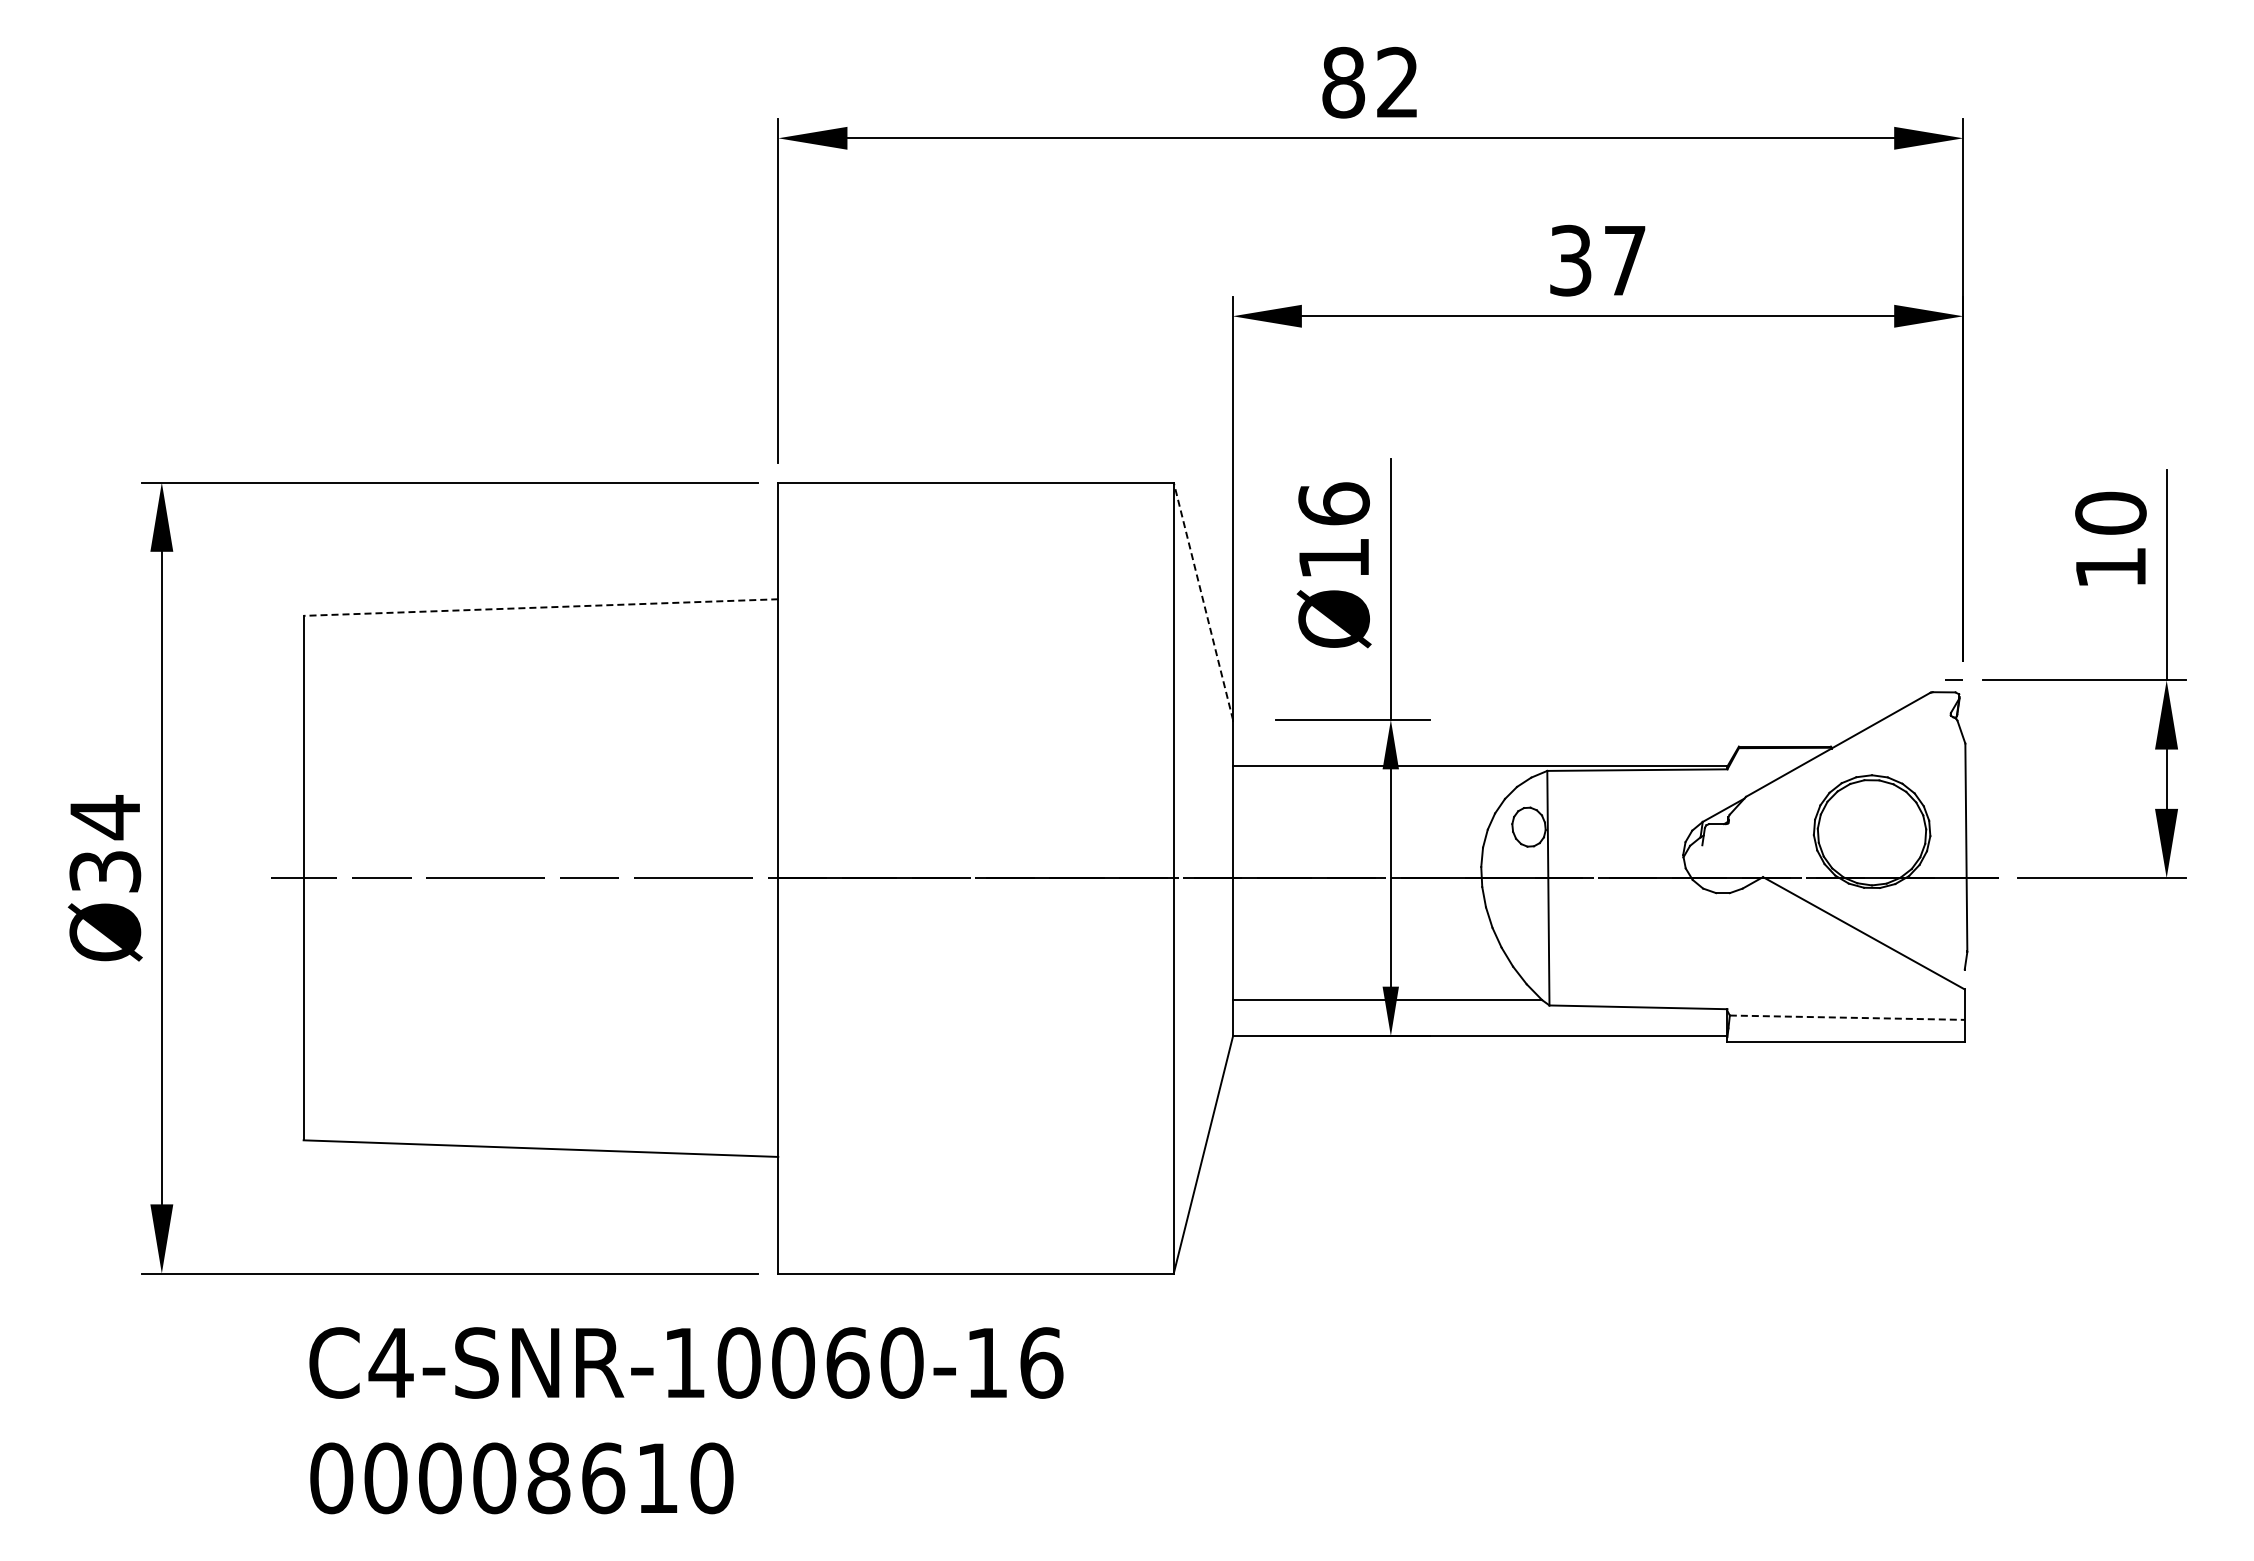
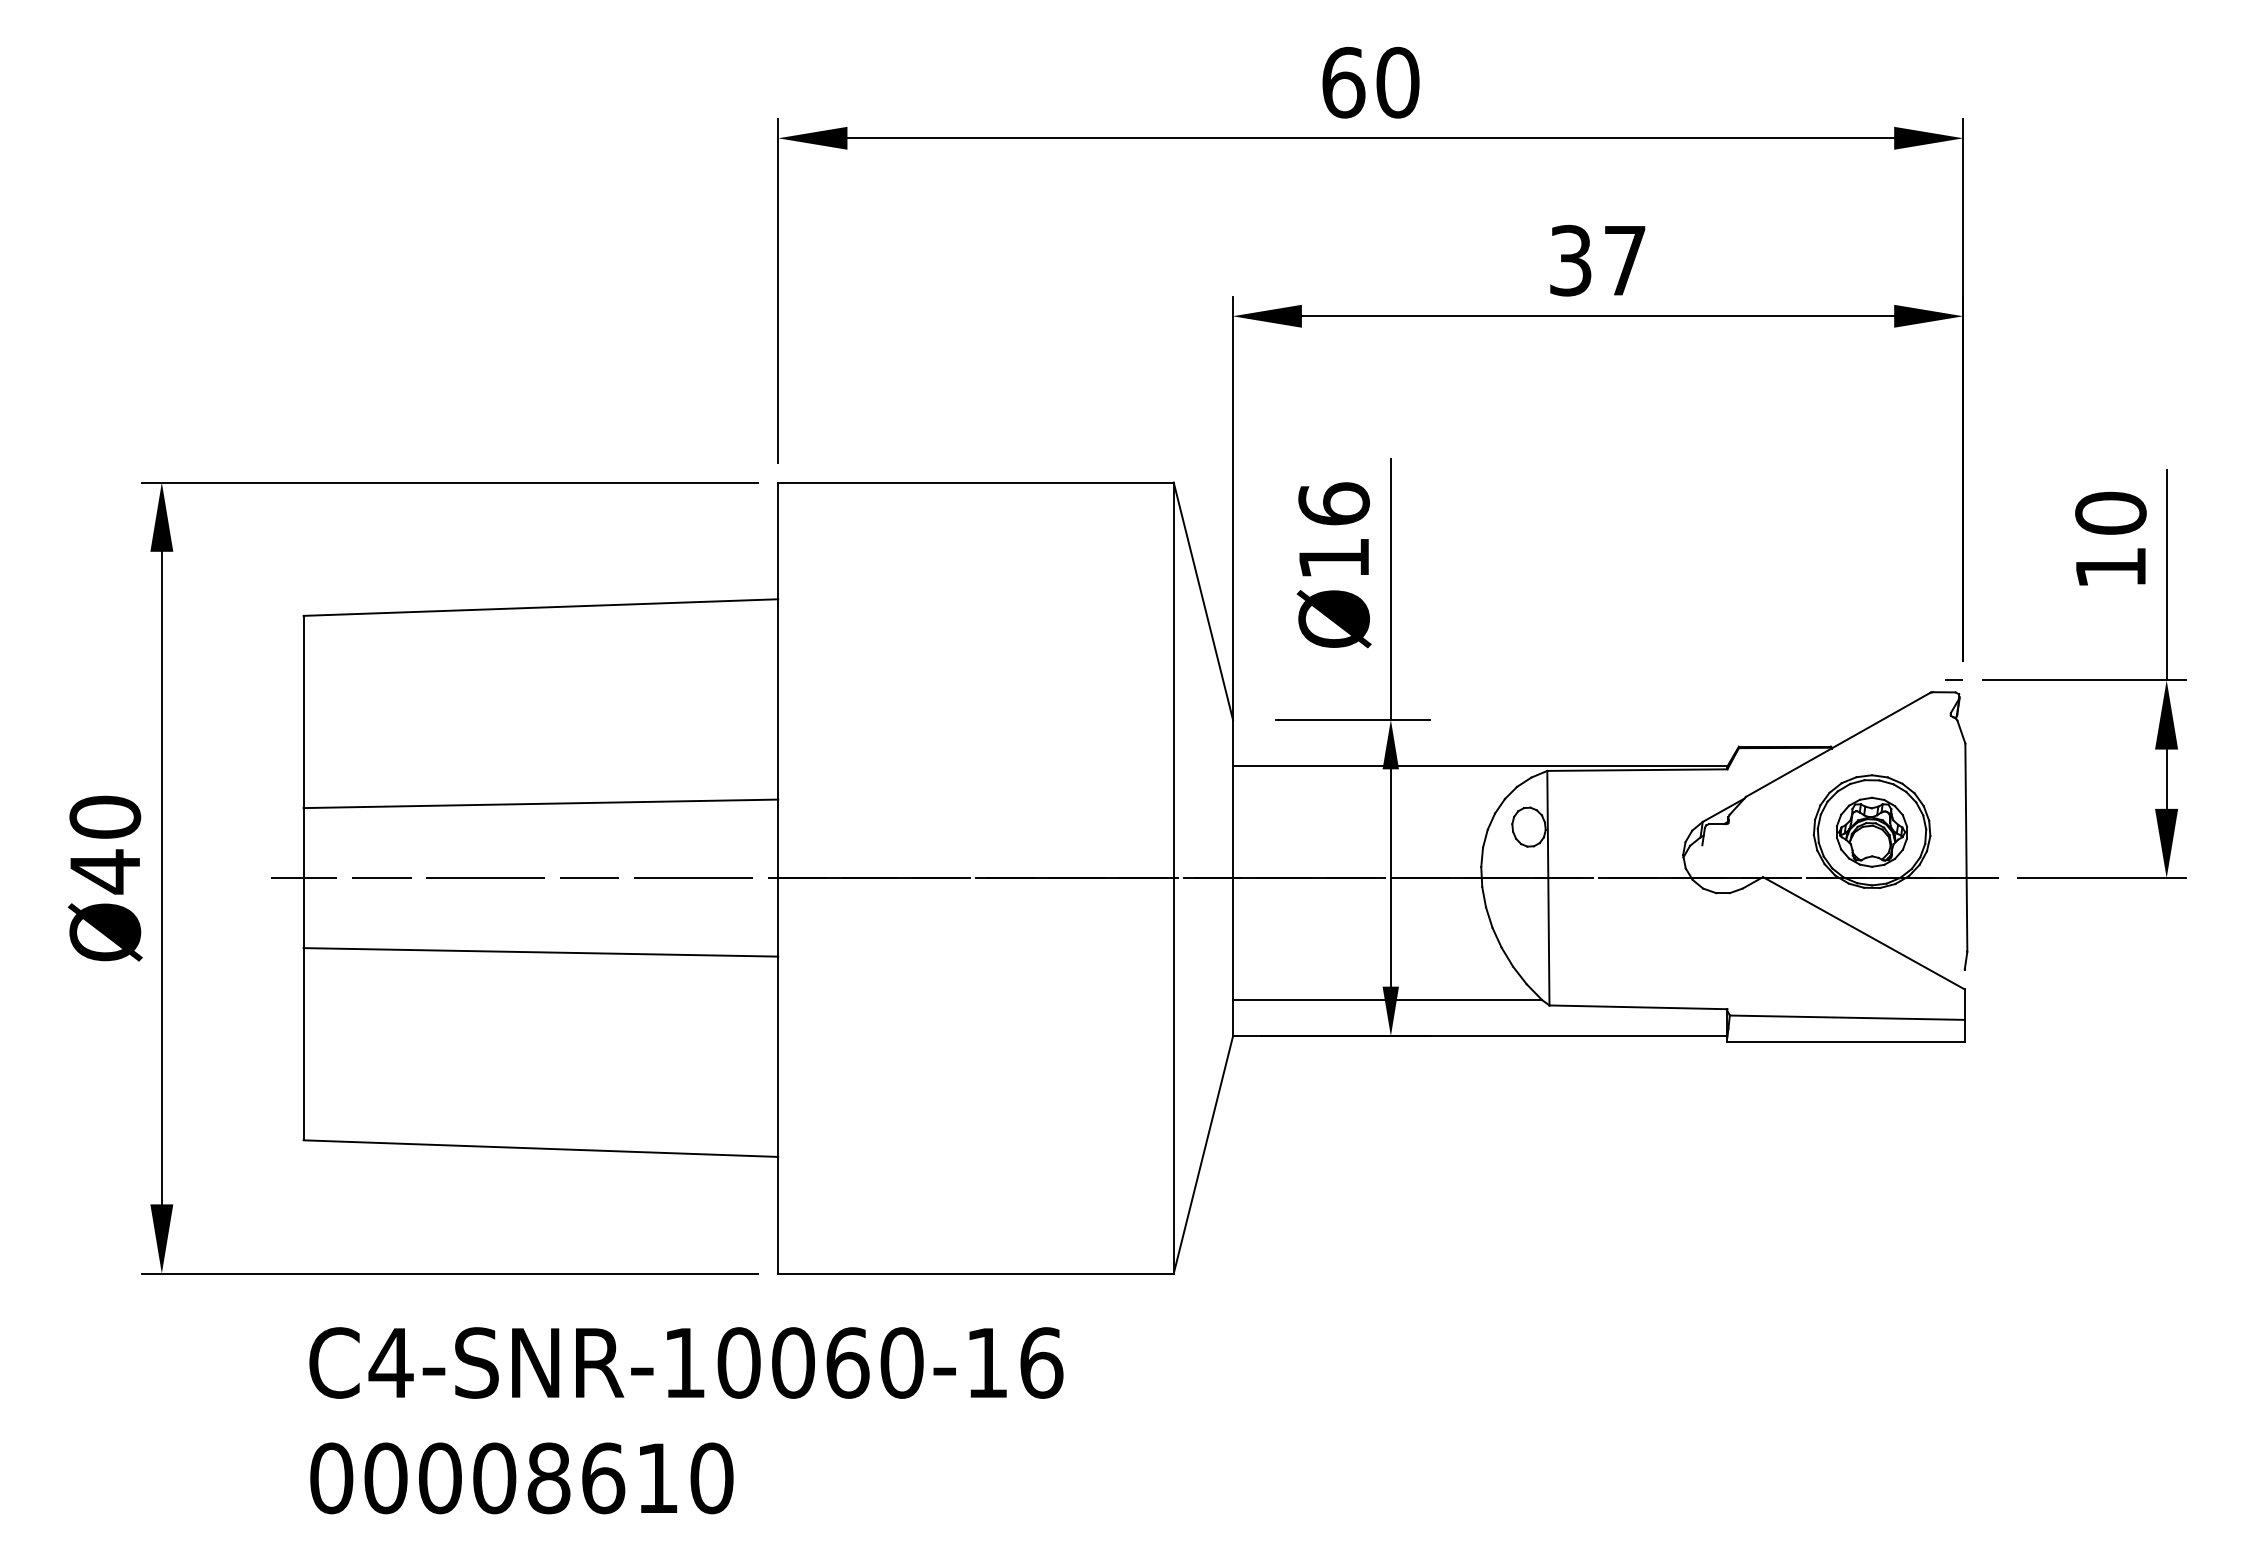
text at (1370, 82): 82 -> 60
line at (1203, 600): dashed -> solid
line at (540, 607): dashed -> solid
line at (540, 803): none -> present
part at (1871, 831): none -> present
text at (105, 844): Ø34 -> Ø40
line at (540, 952): none -> present
line at (1847, 1017): dashed -> solid
